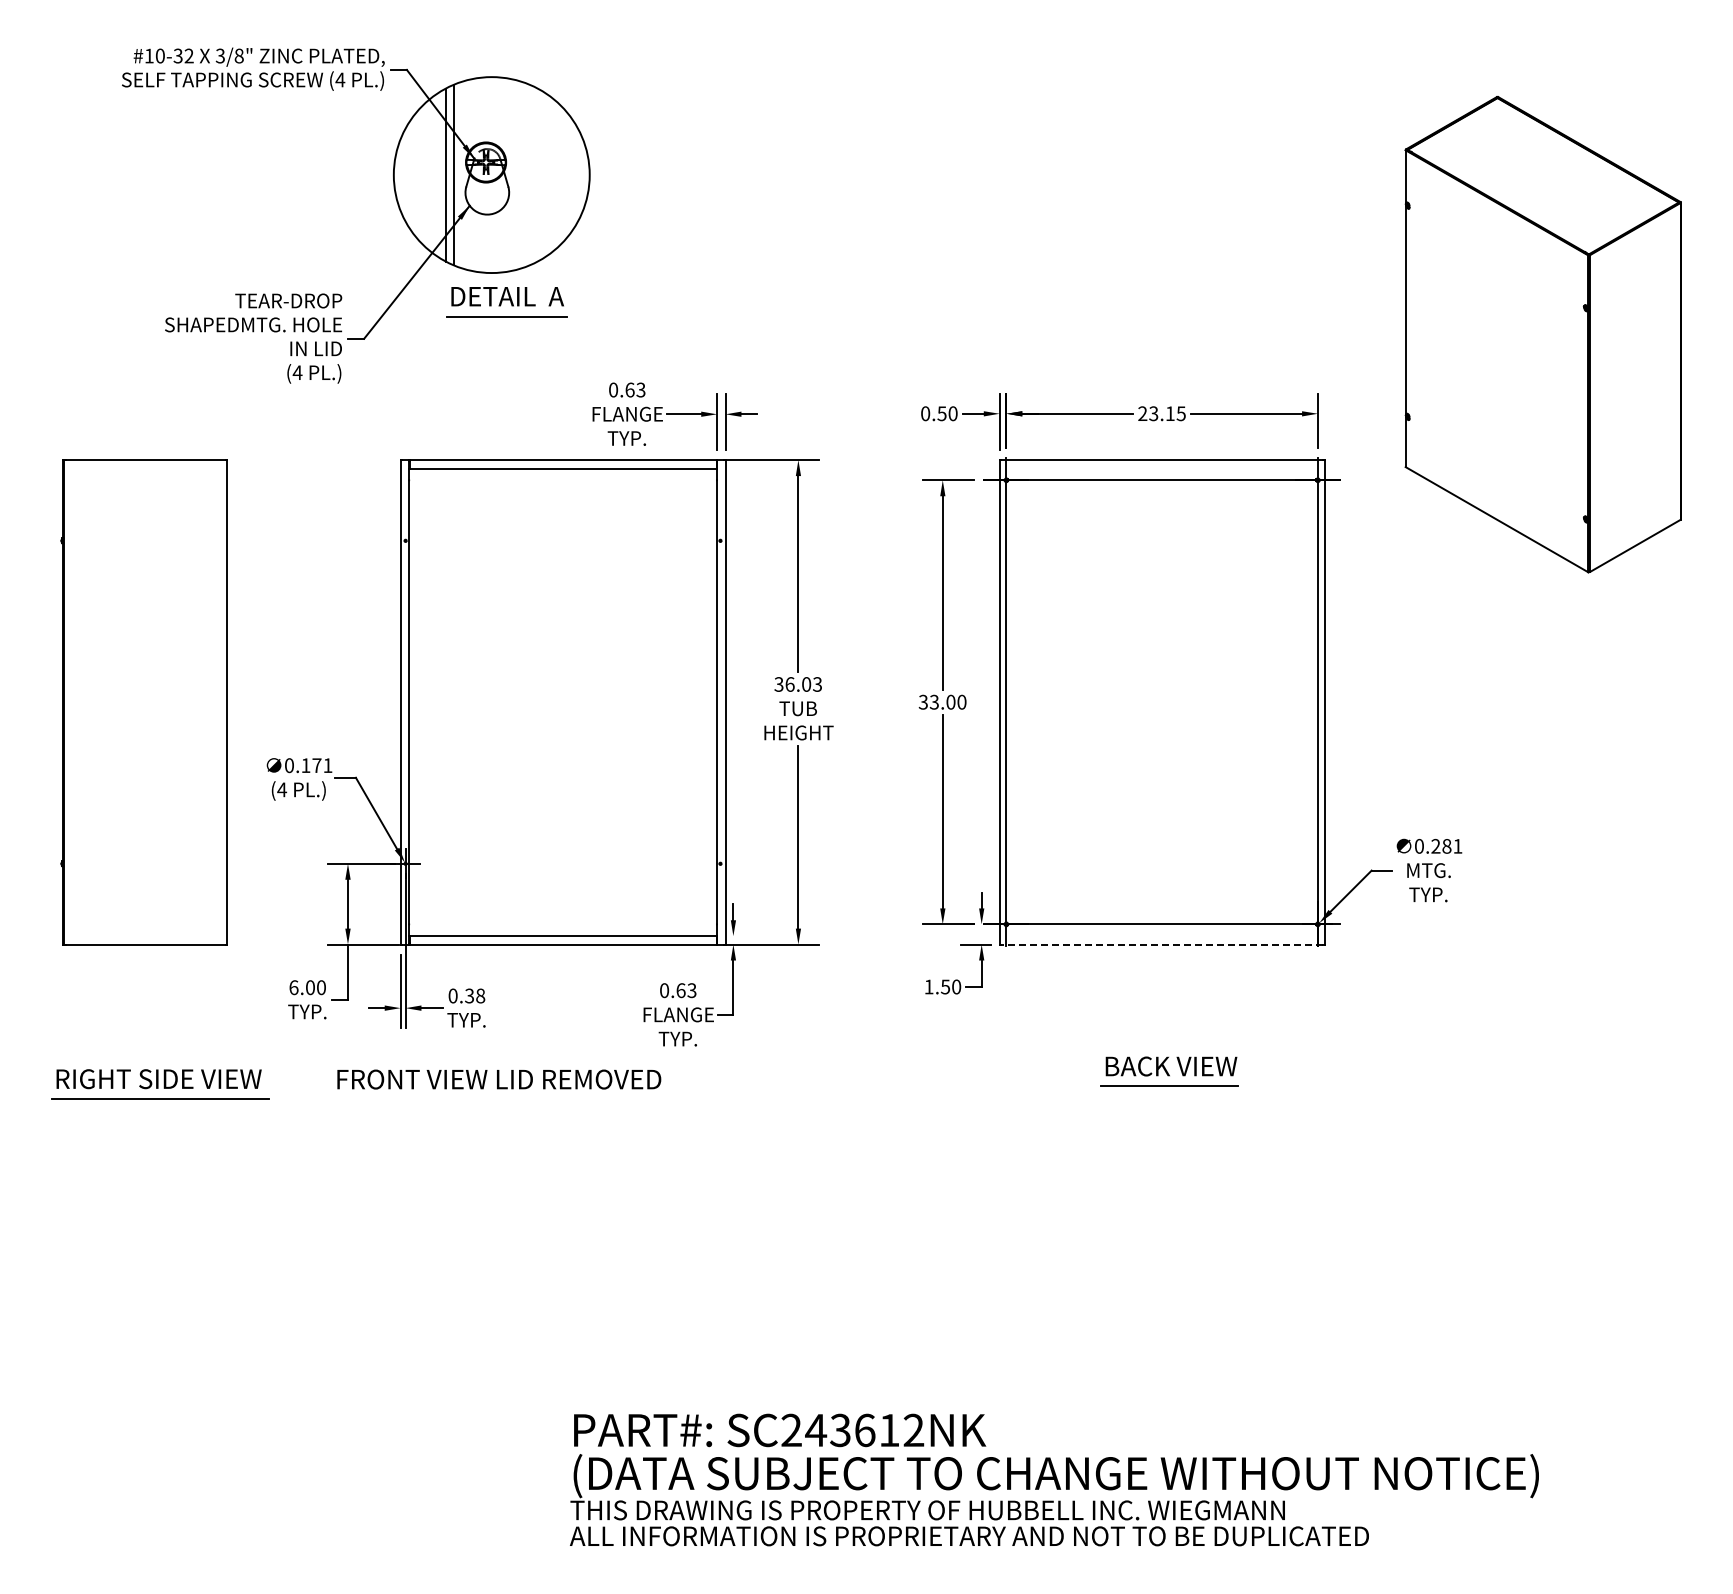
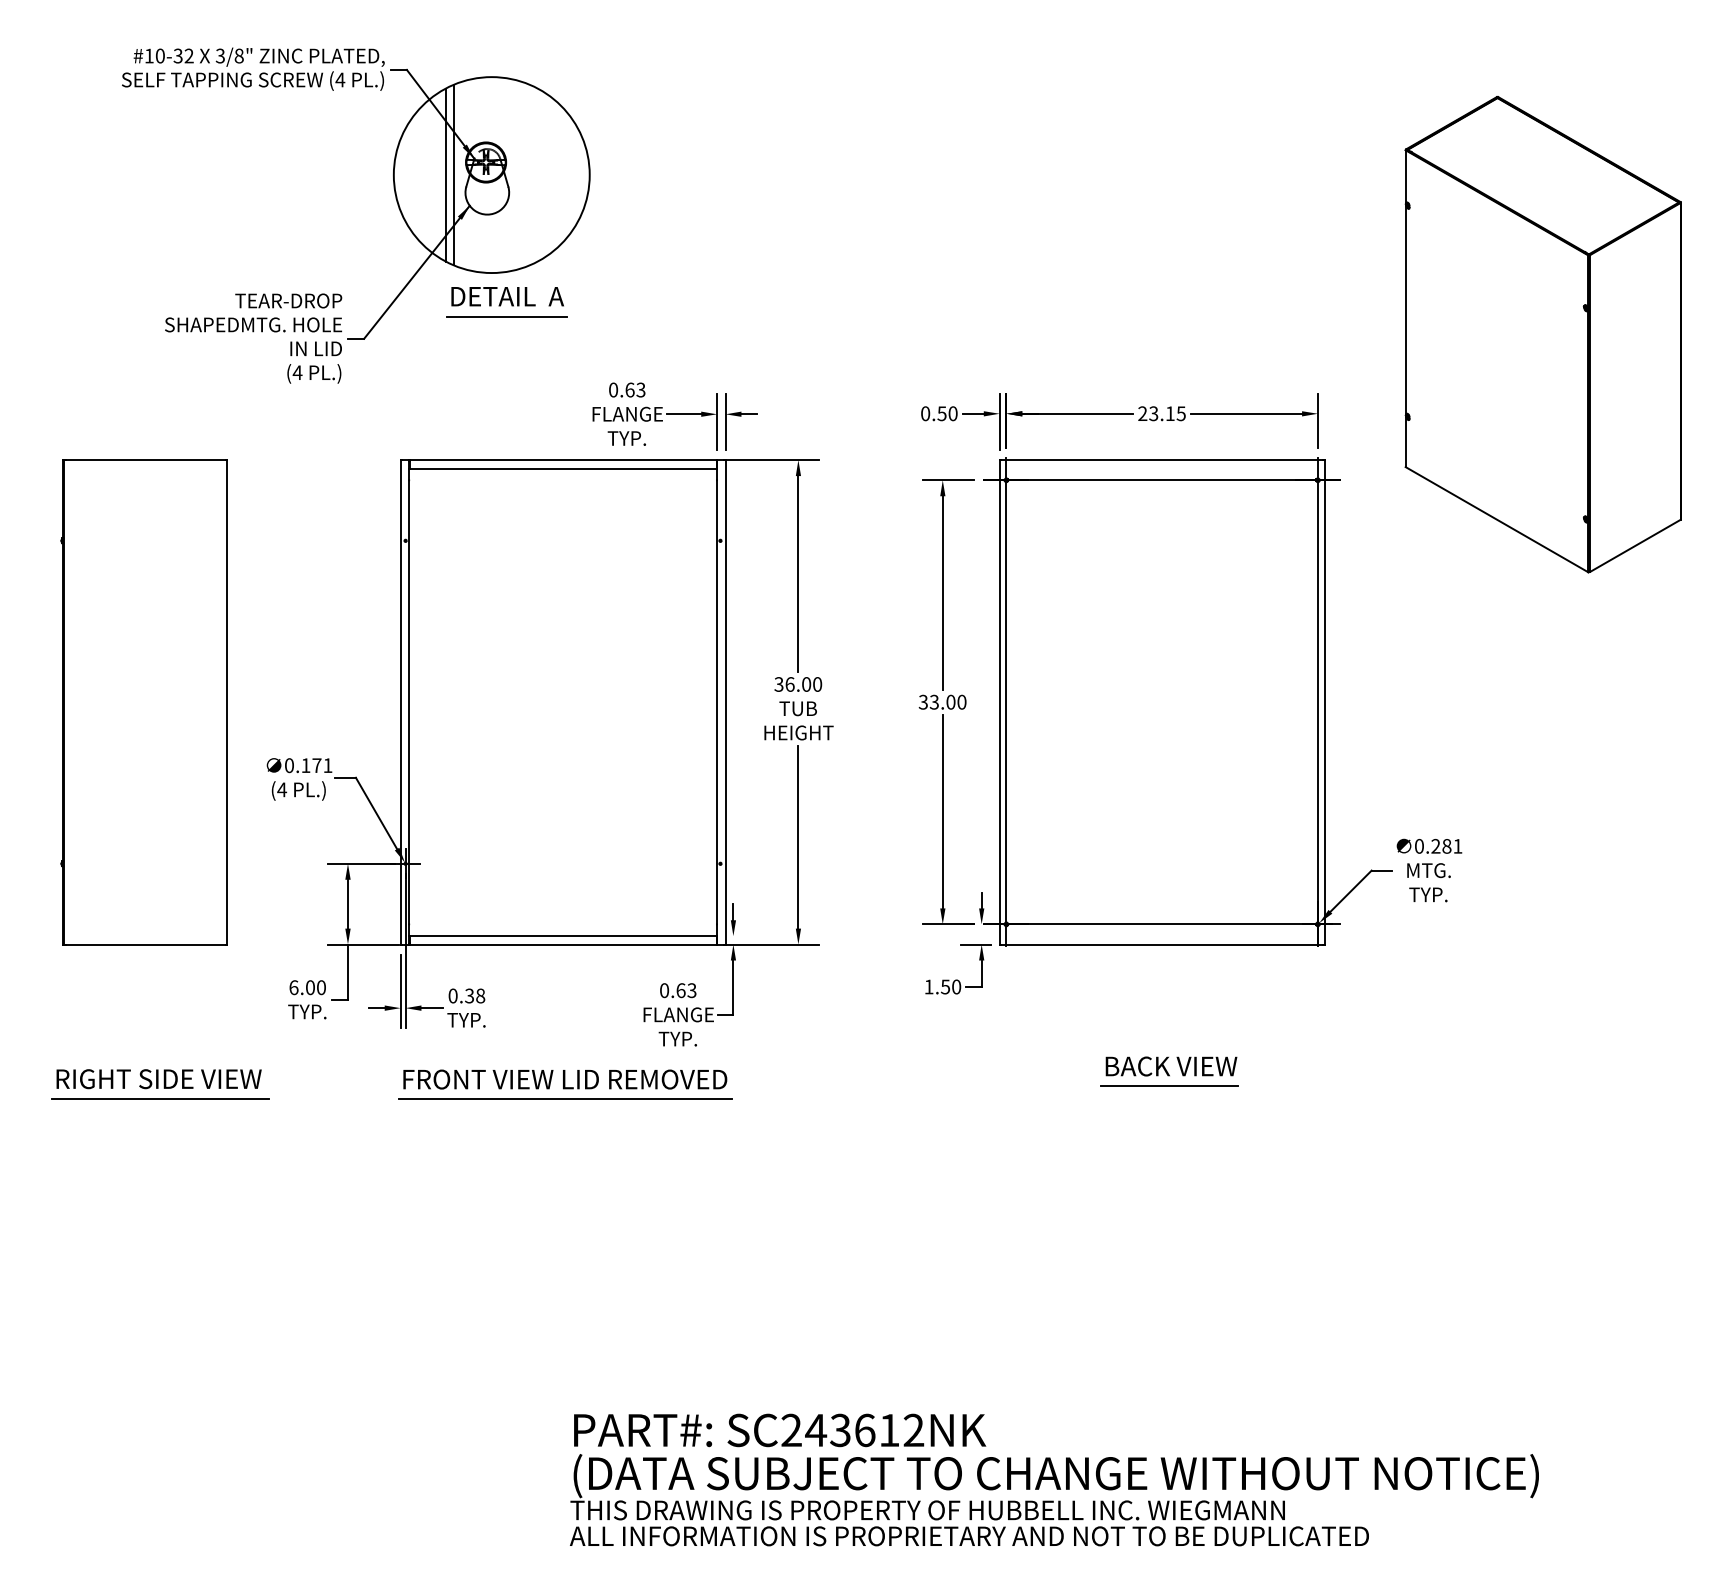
text at (817, 684): 36.03 -> 36.00
line at (1161, 944): dashed -> solid
text at (499, 1079) position: (499, 1079) -> (565, 1079)
line at (565, 1099): none -> present
